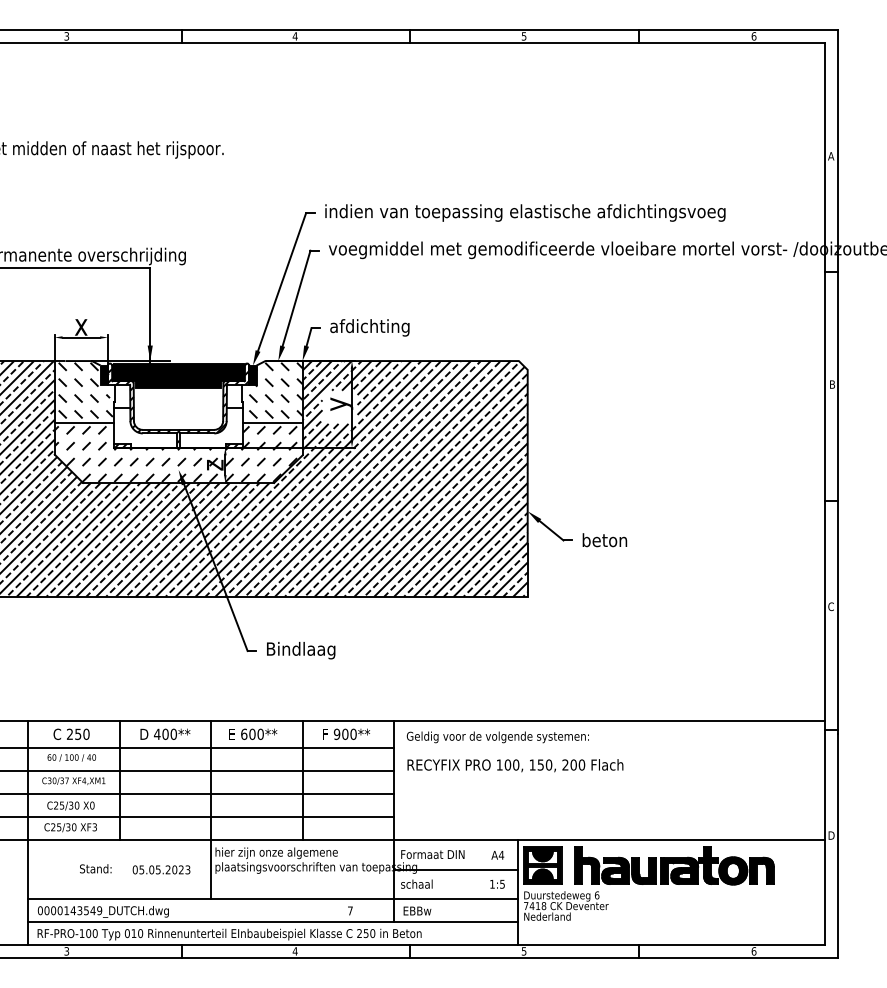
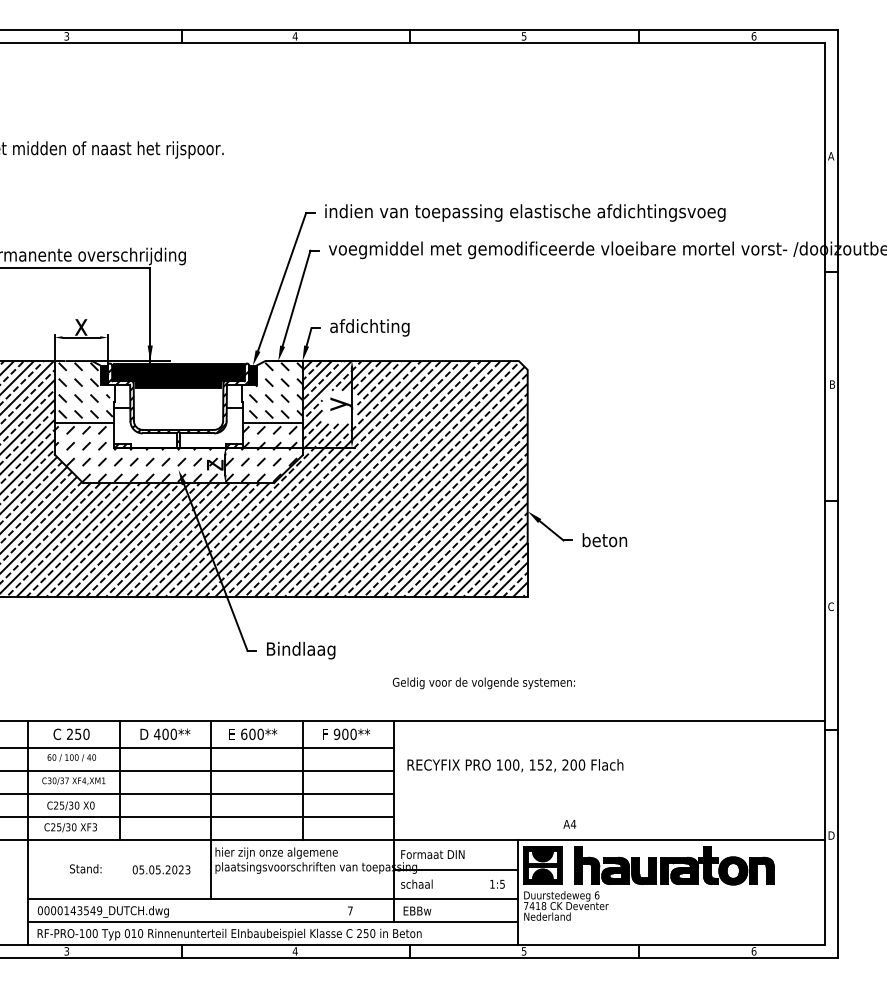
text at (497, 737) position: (497, 737) -> (483, 683)
text at (548, 764): 150, -> 152,
text at (497, 855) position: (497, 855) -> (569, 824)
text at (95, 868) position: (95, 868) -> (85, 868)
